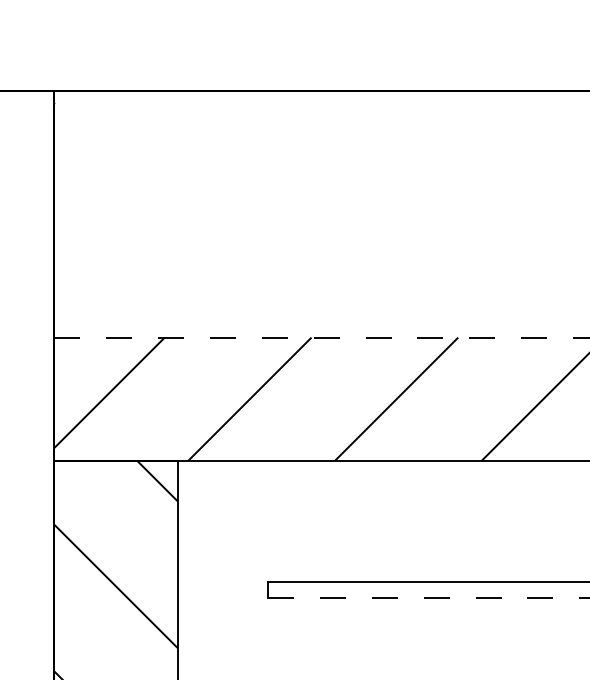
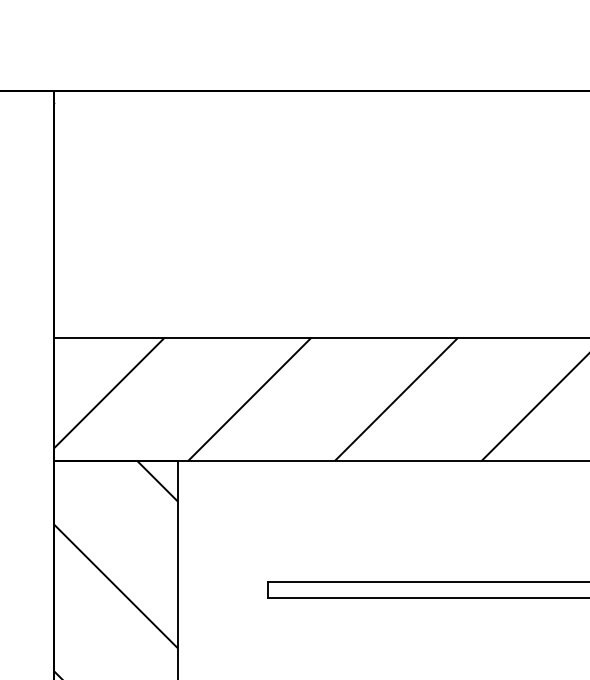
line at (322, 337): dashed -> solid
line at (428, 597): dashed -> solid
